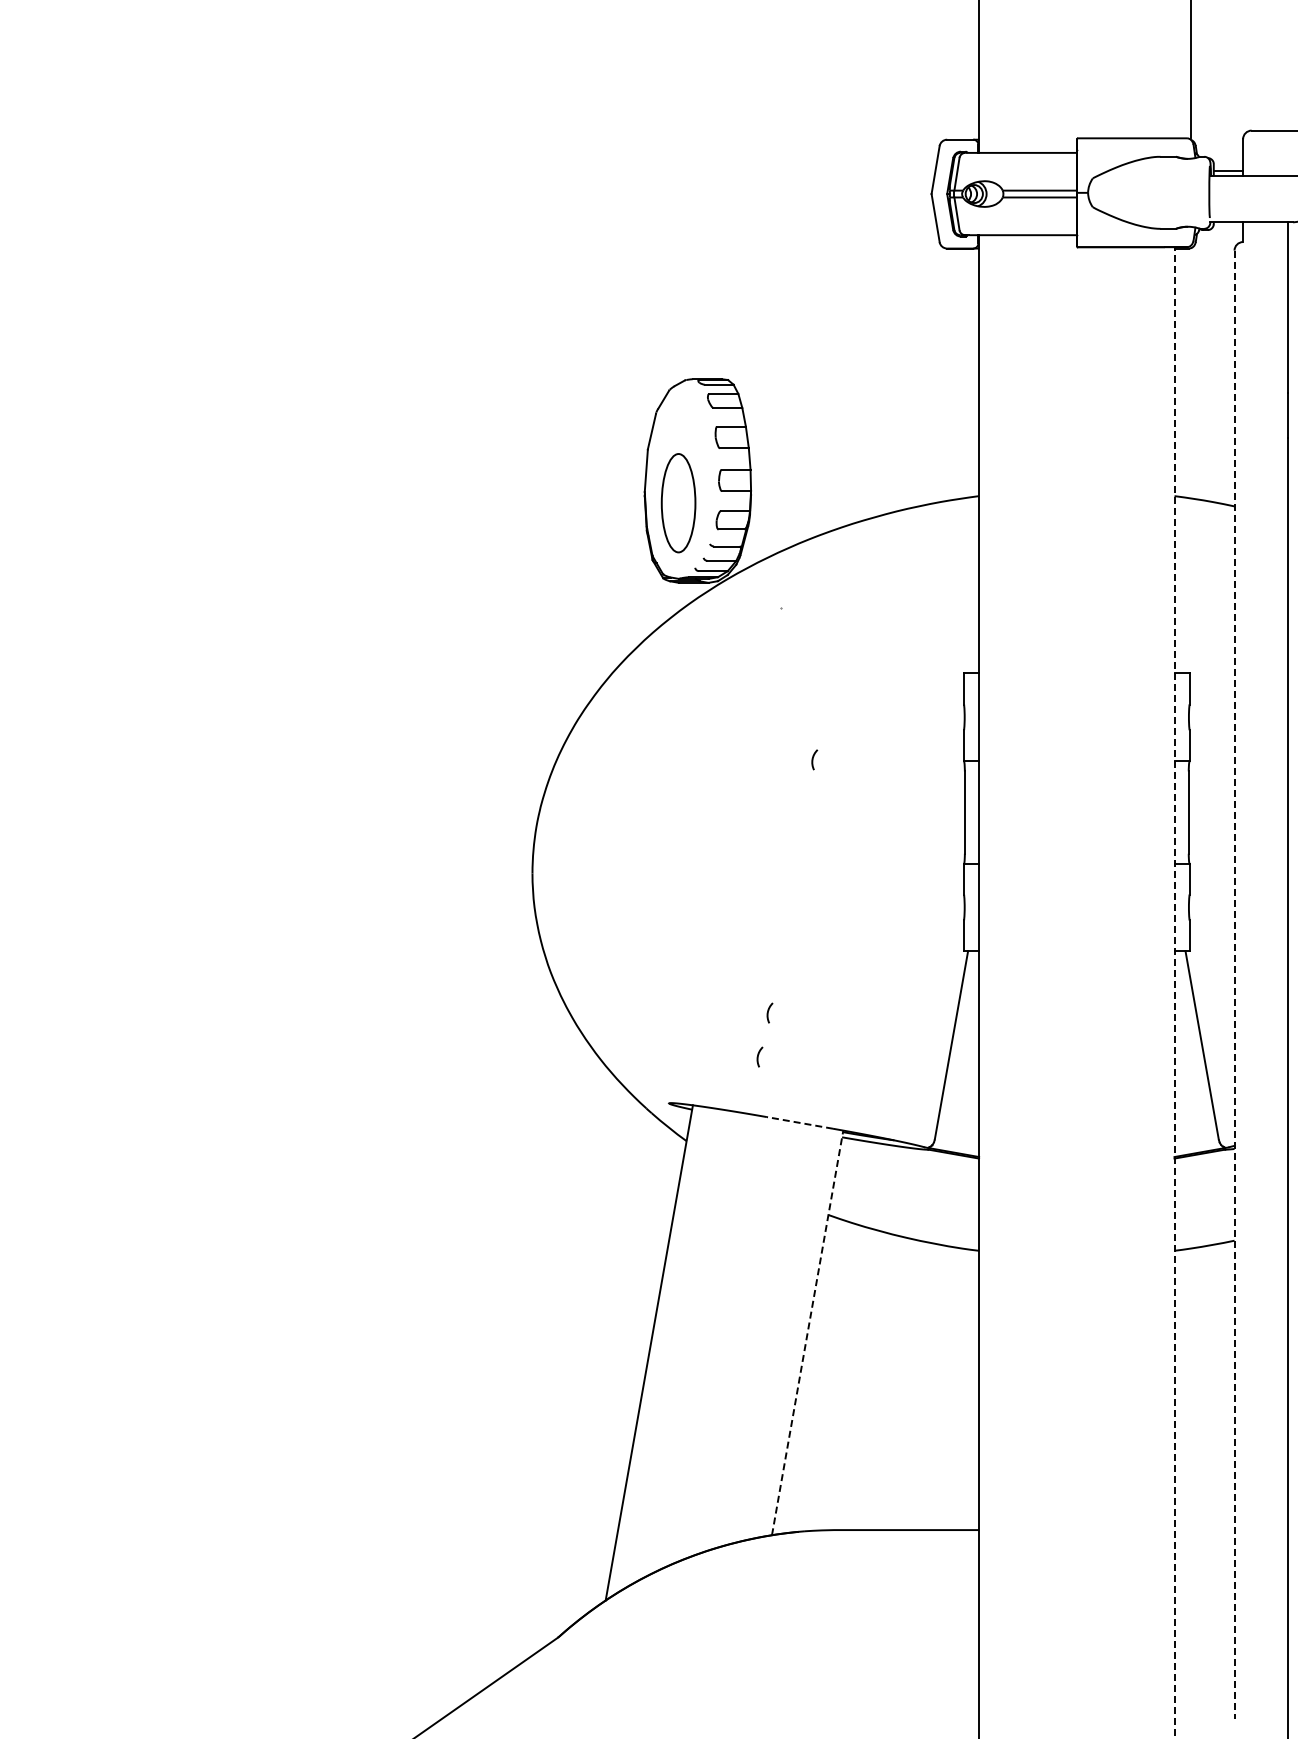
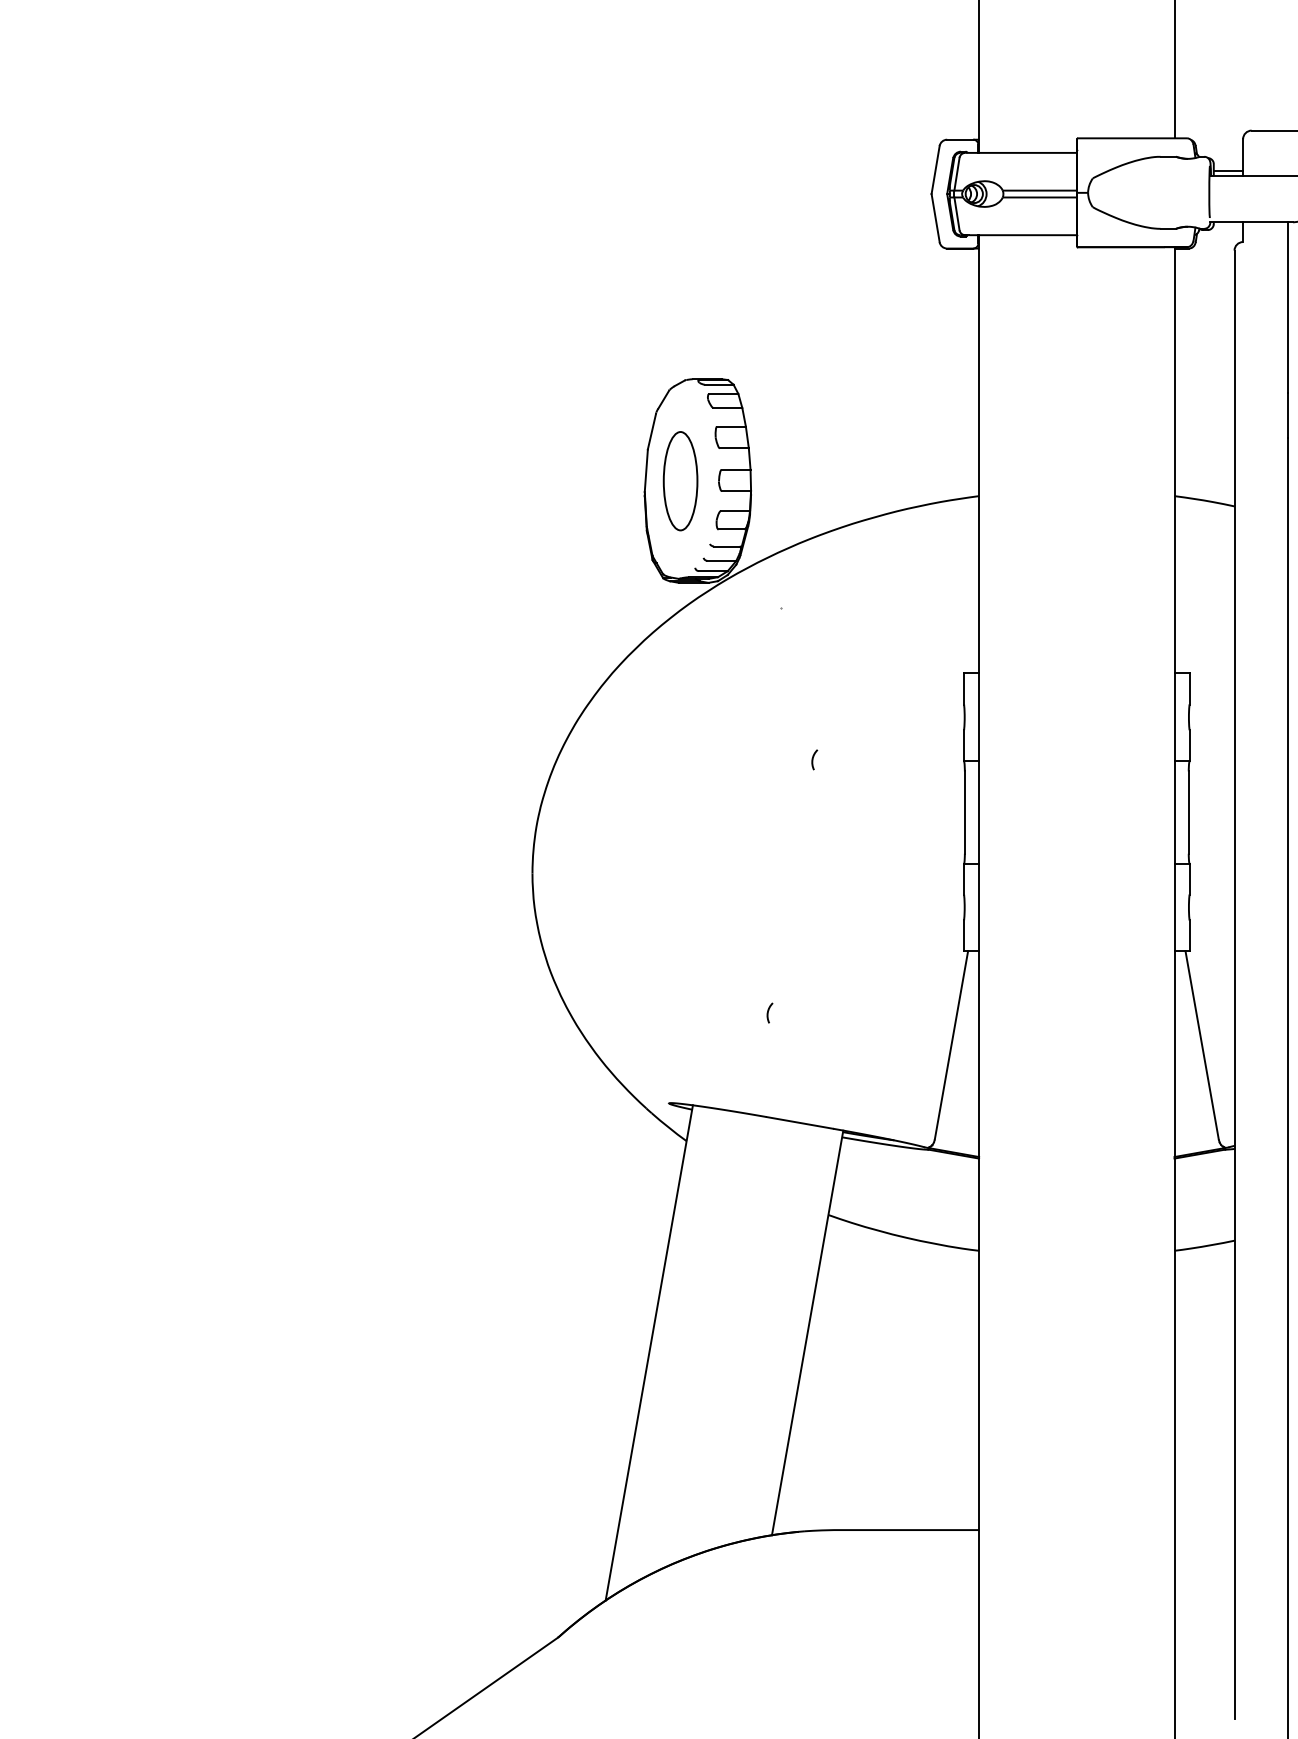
line at (1190, 70) position: (1190, 70) -> (1174, 70)
part at (678, 503) position: (678, 503) -> (680, 481)
line at (1234, 984): dashed -> solid
line at (1174, 992): dashed -> solid
arc at (758, 1056): present -> none
line at (799, 1122): dashed -> solid
line at (807, 1332): dashed -> solid
